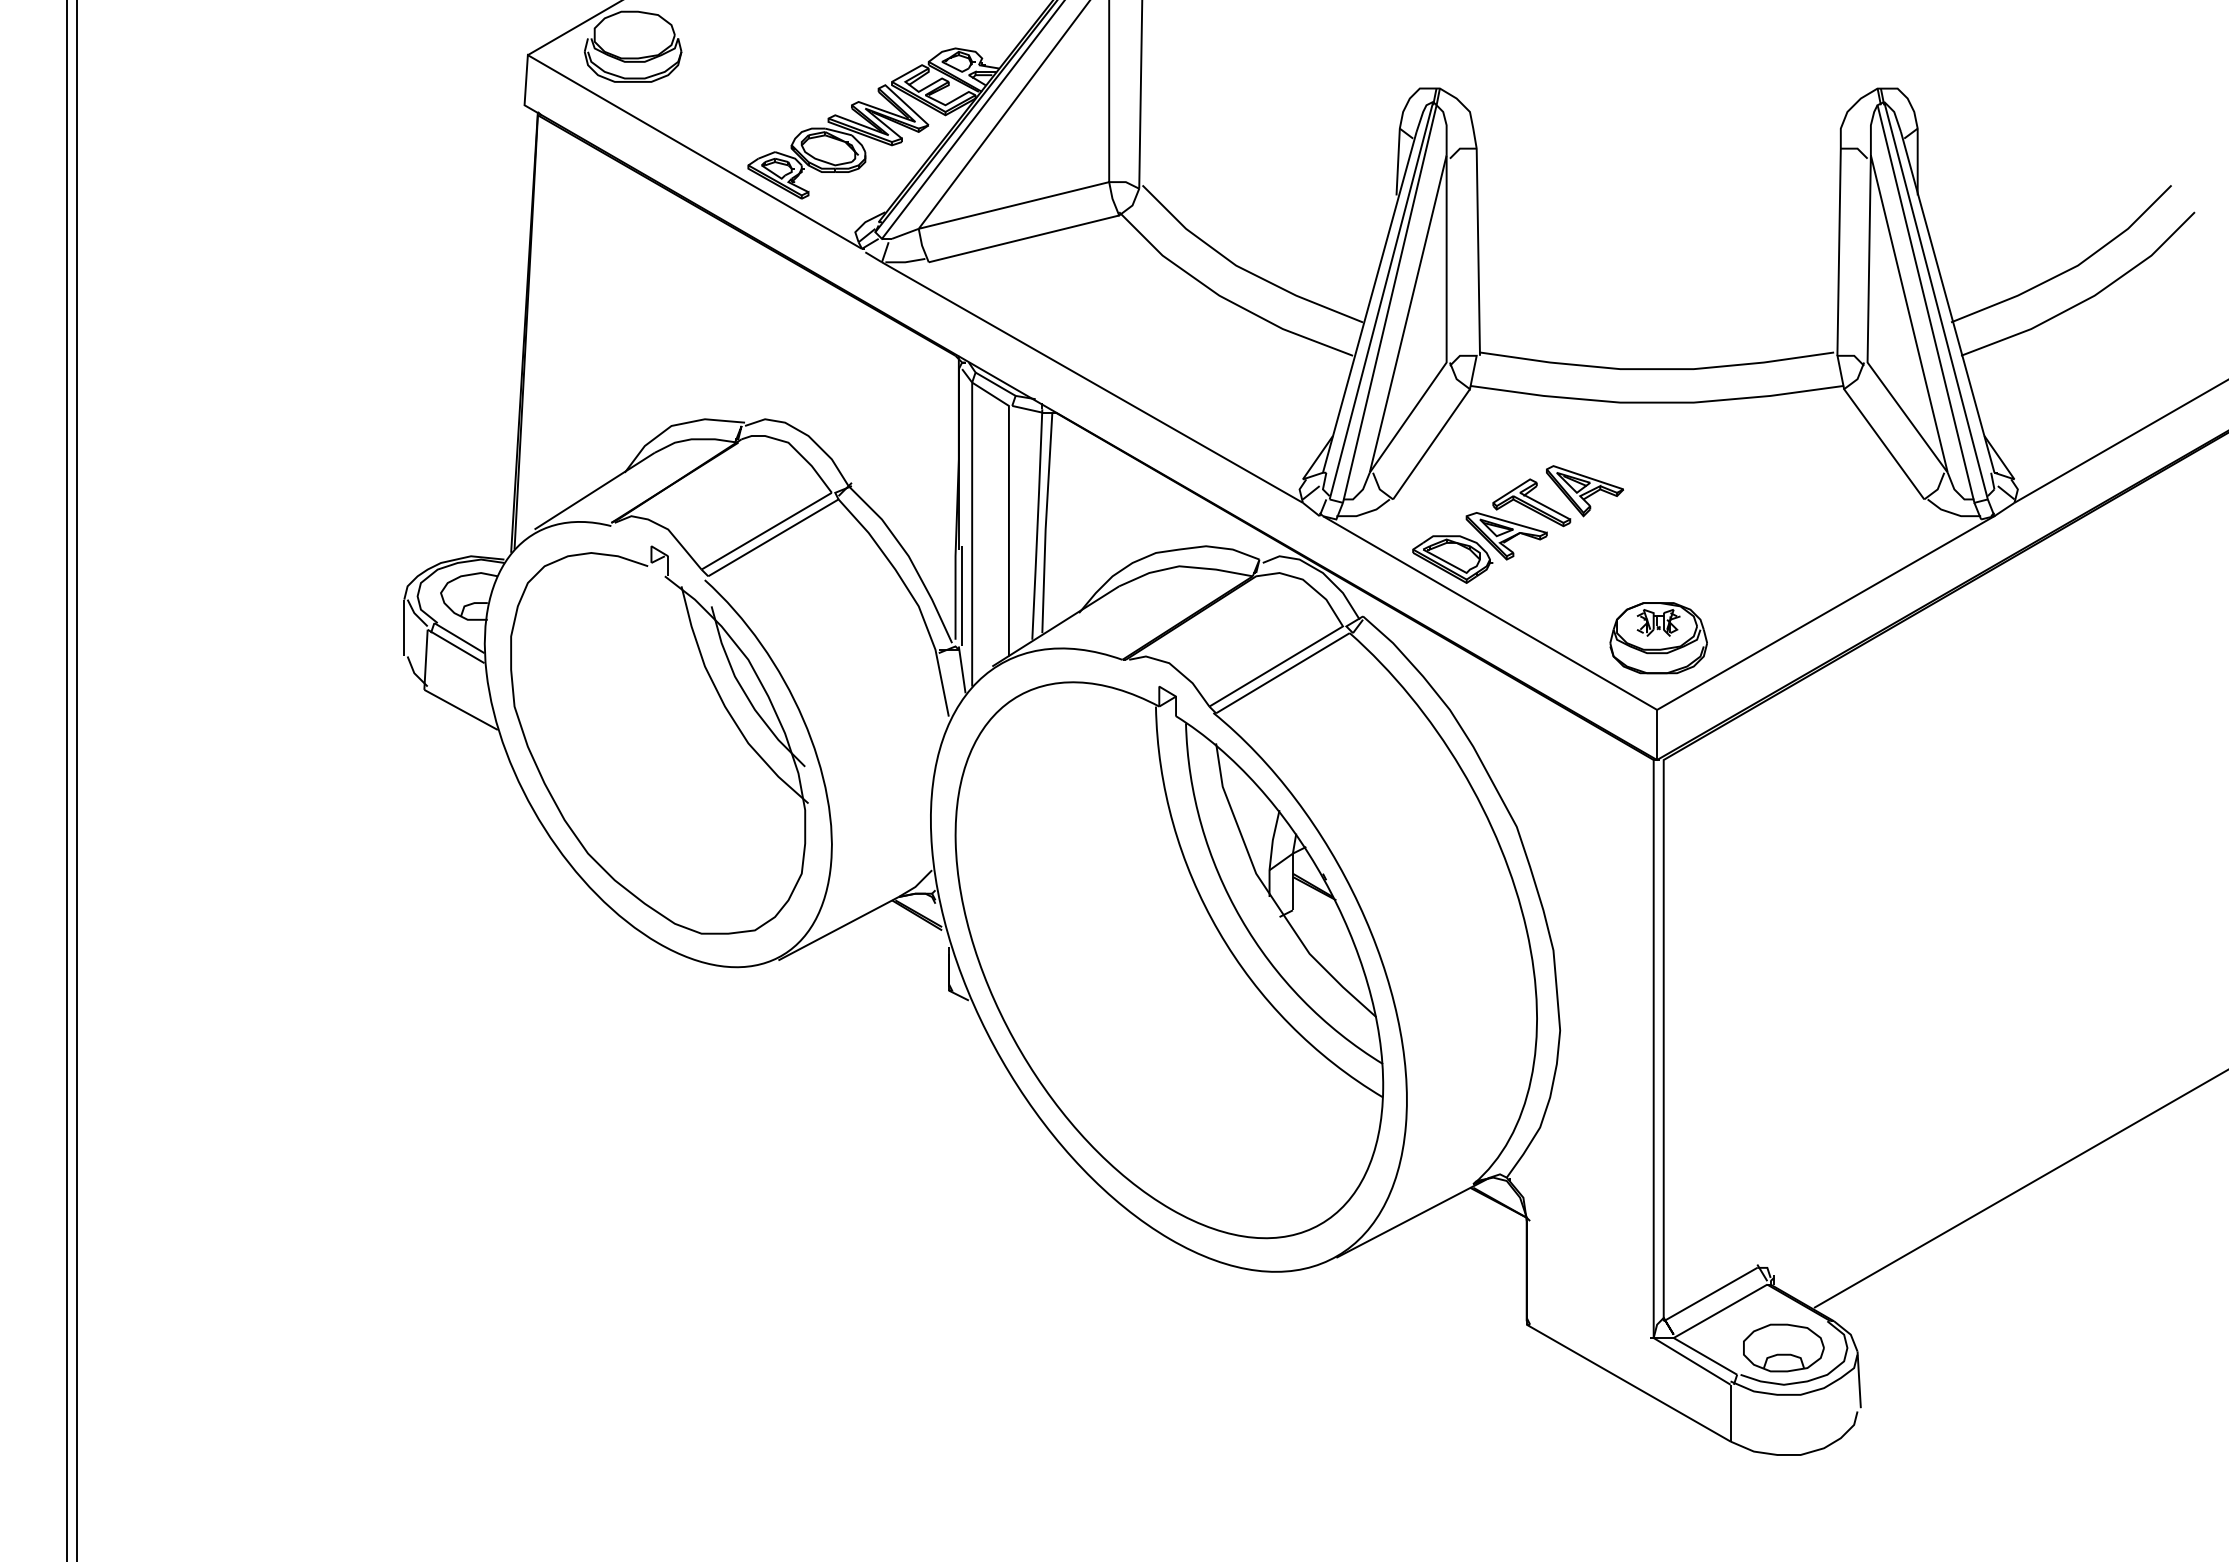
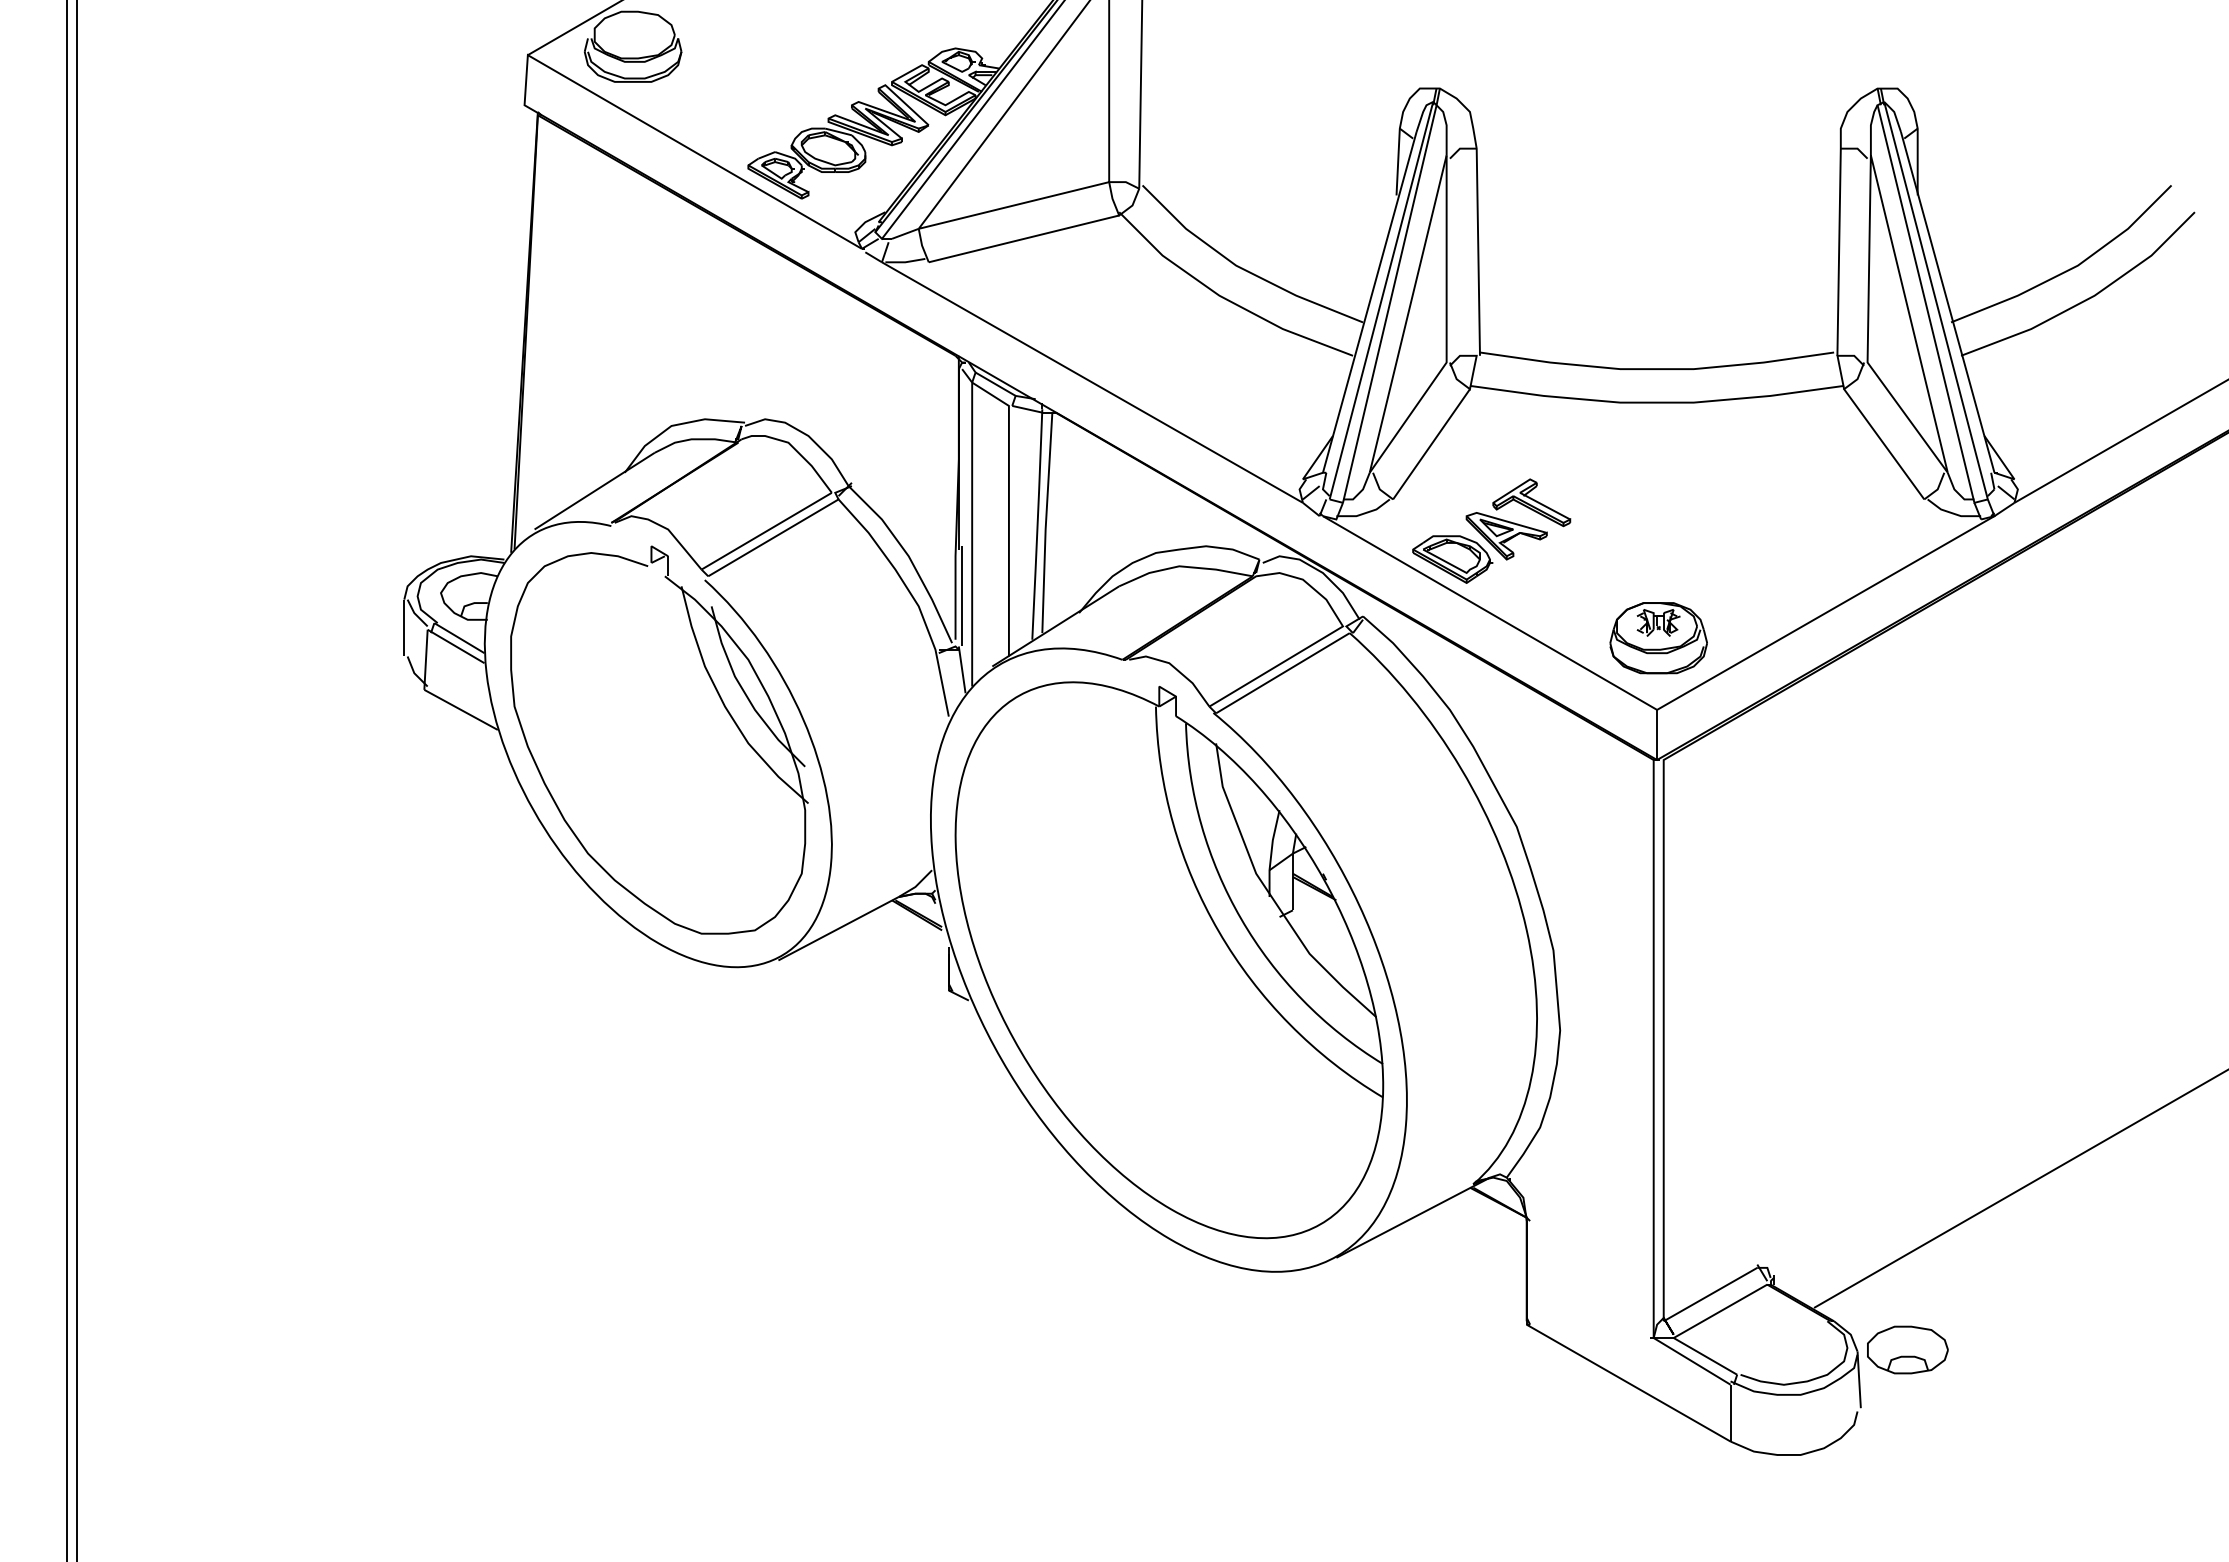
part at (1584, 491): present -> none
part at (1783, 1347) position: (1783, 1347) -> (1907, 1349)
